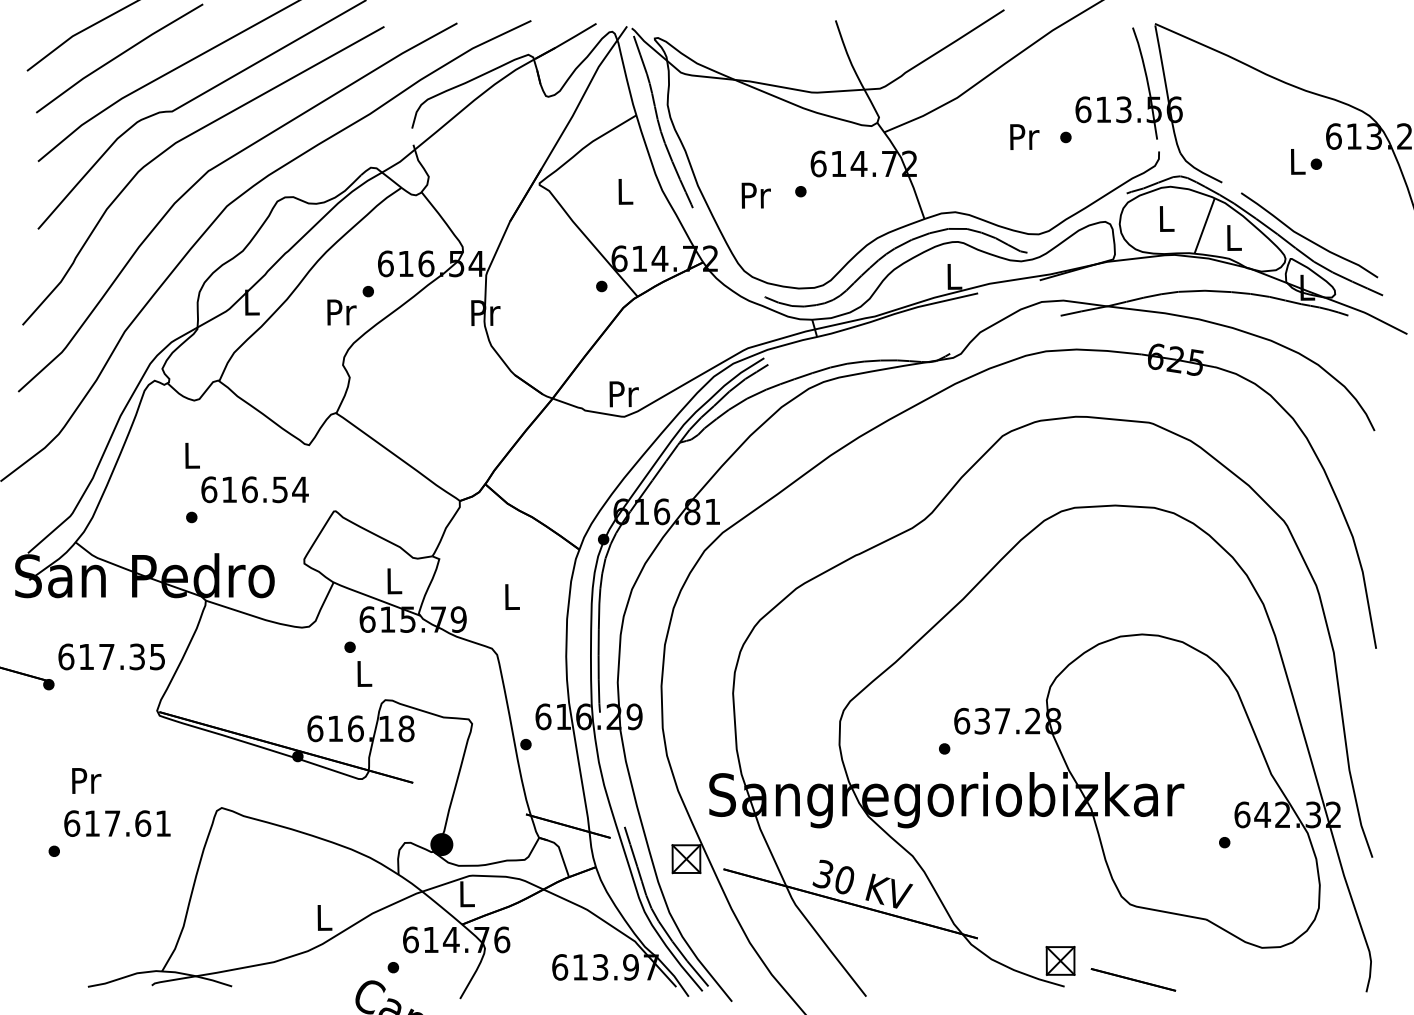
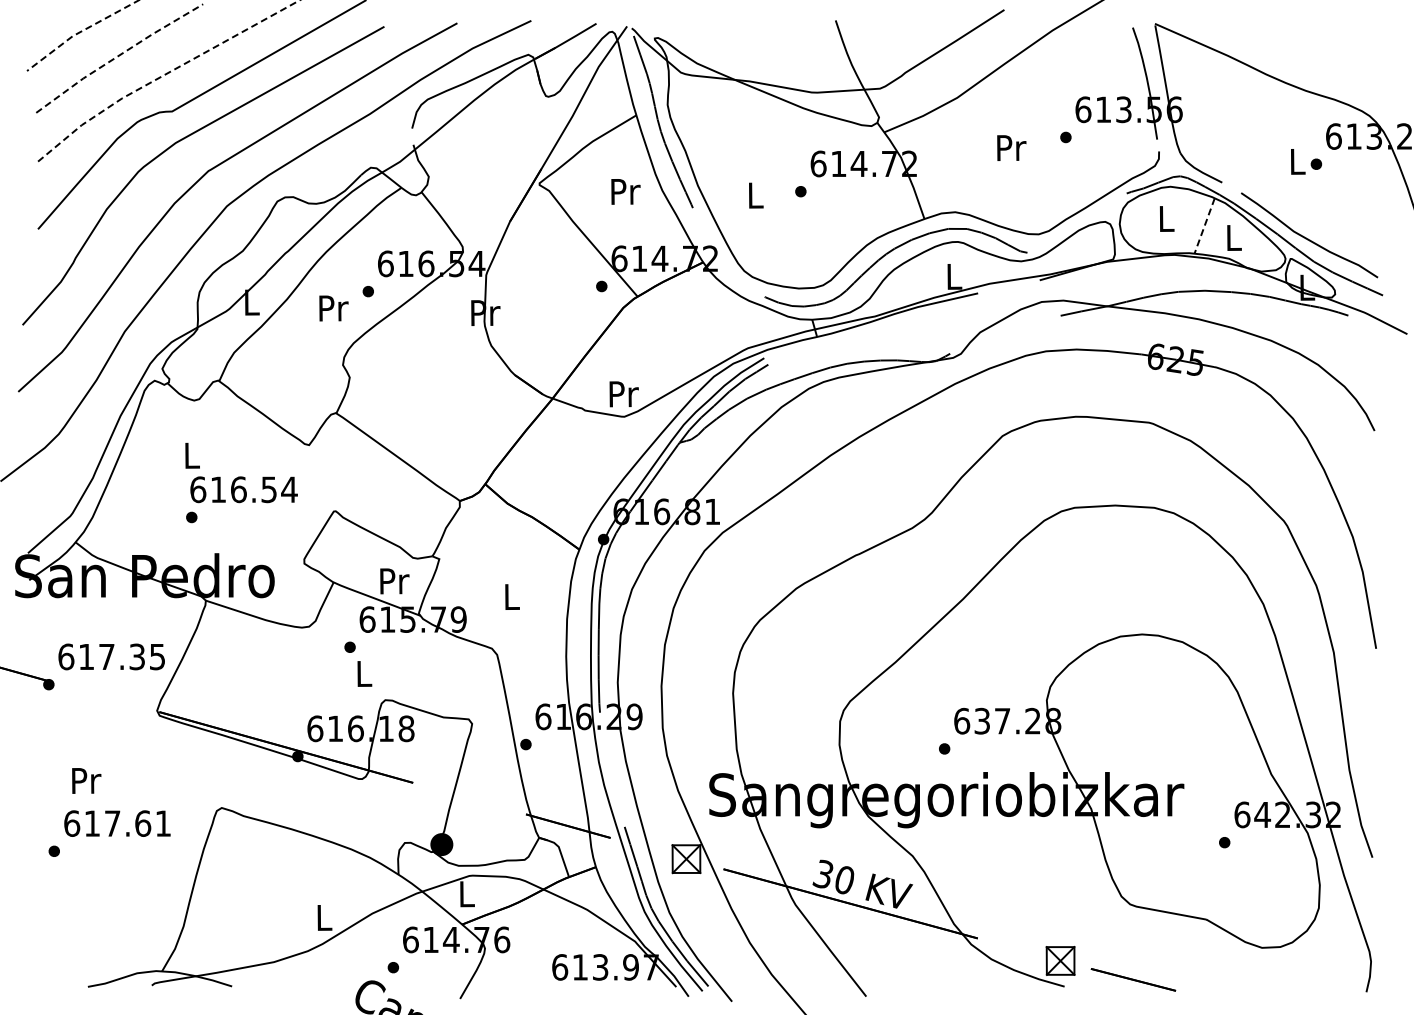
line at (79, 32): solid -> dashed
line at (118, 56): solid -> dashed
line at (164, 75): solid -> dashed
text at (1024, 136) position: (1024, 136) -> (1011, 147)
text at (625, 191): L -> Pr
text at (755, 195): Pr -> L
line at (1204, 226): solid -> dashed
text at (341, 312) position: (341, 312) -> (333, 308)
text at (254, 489) position: (254, 489) -> (243, 489)
text at (394, 581): L -> Pr
